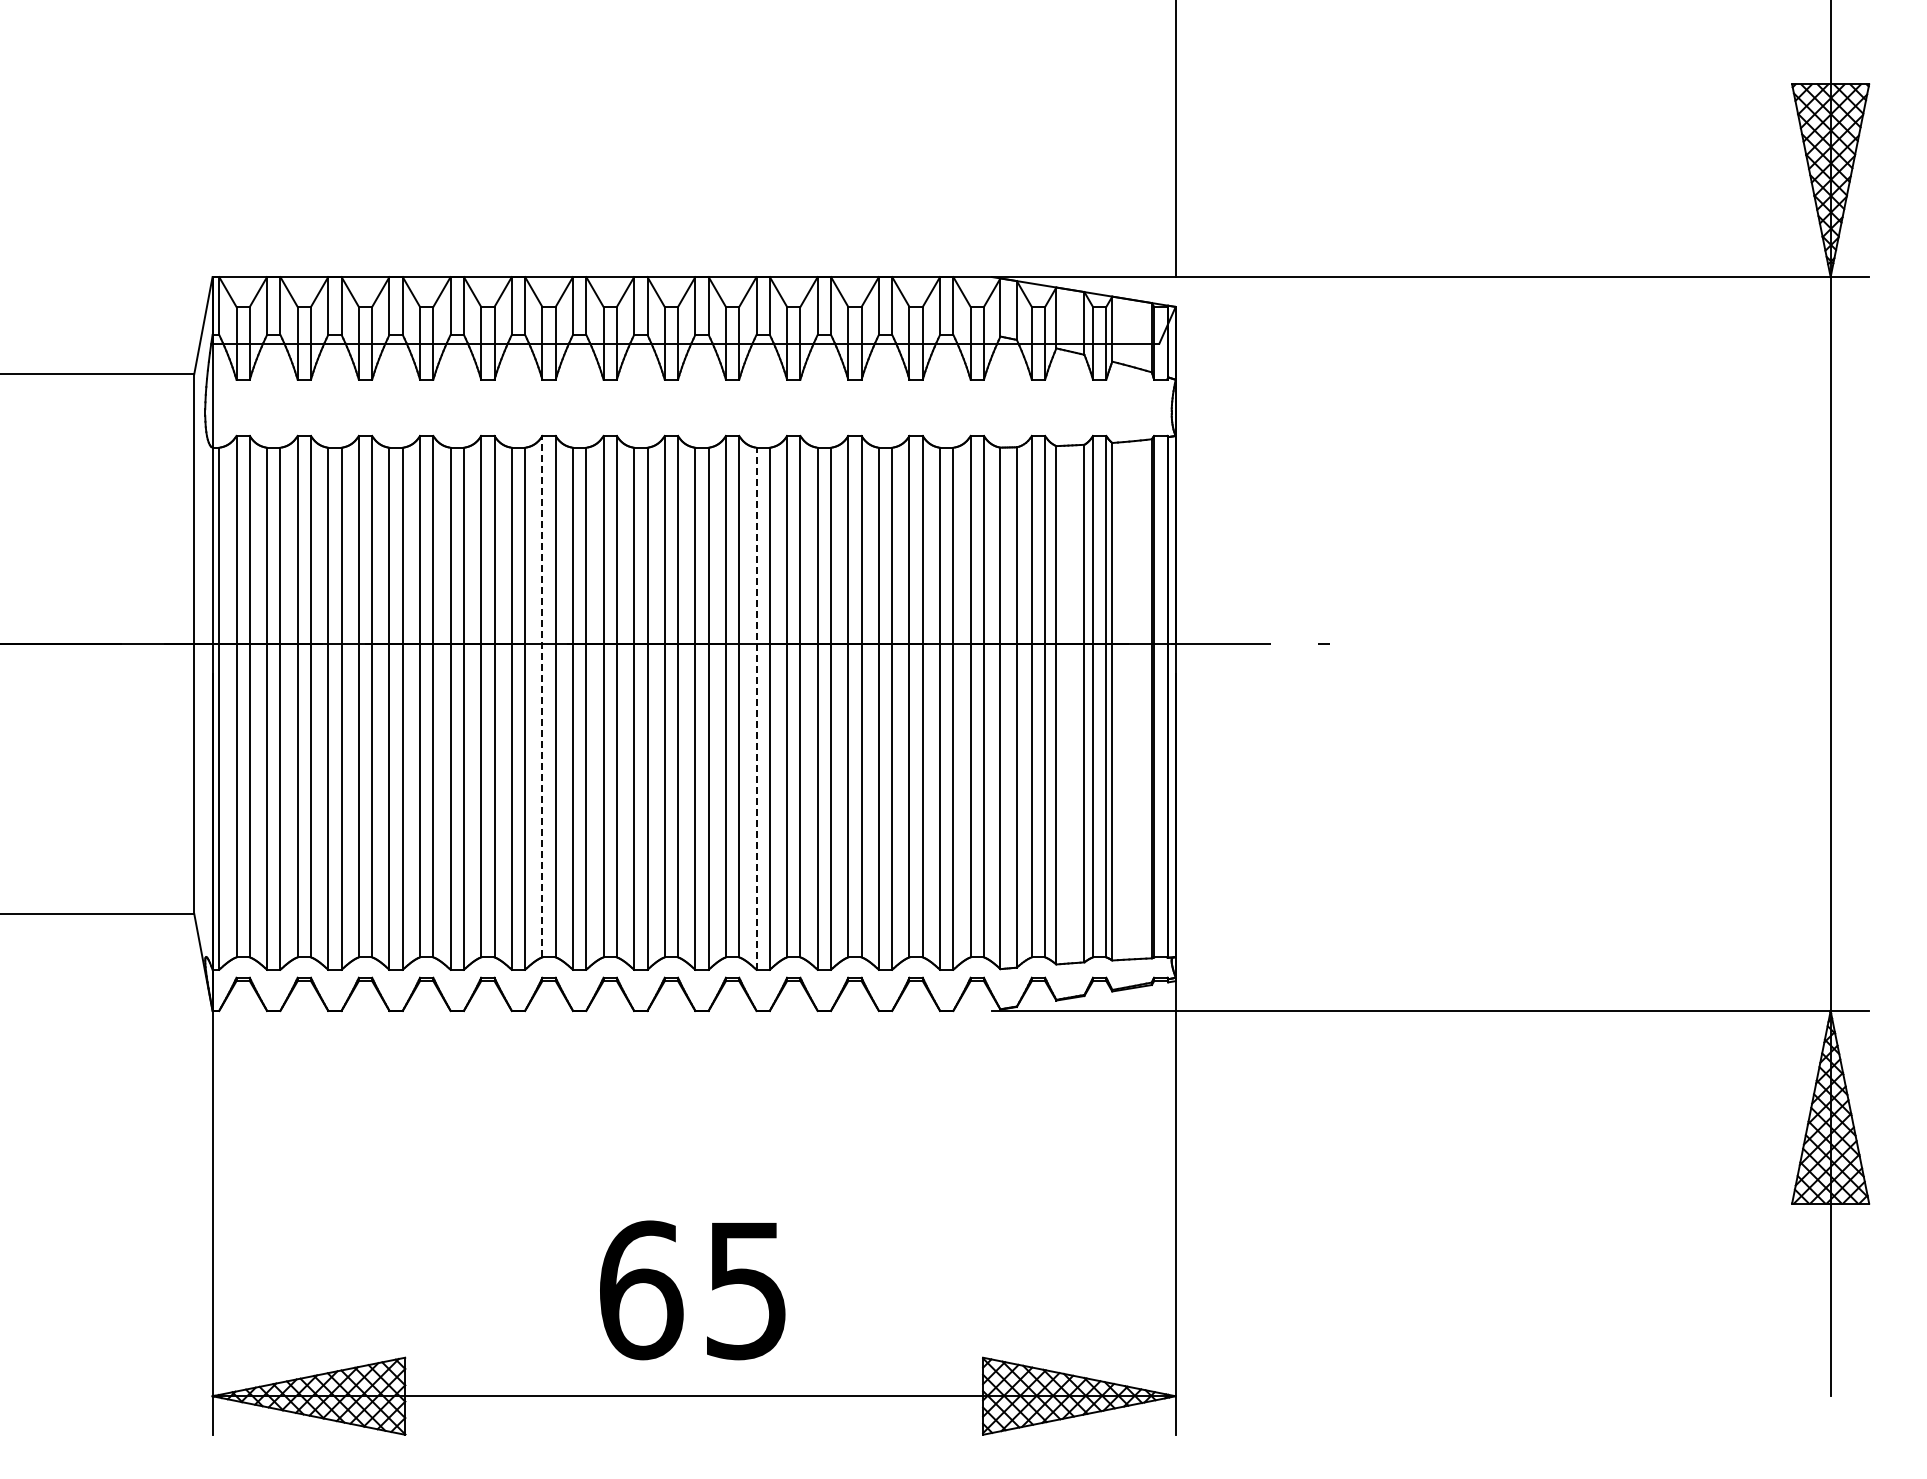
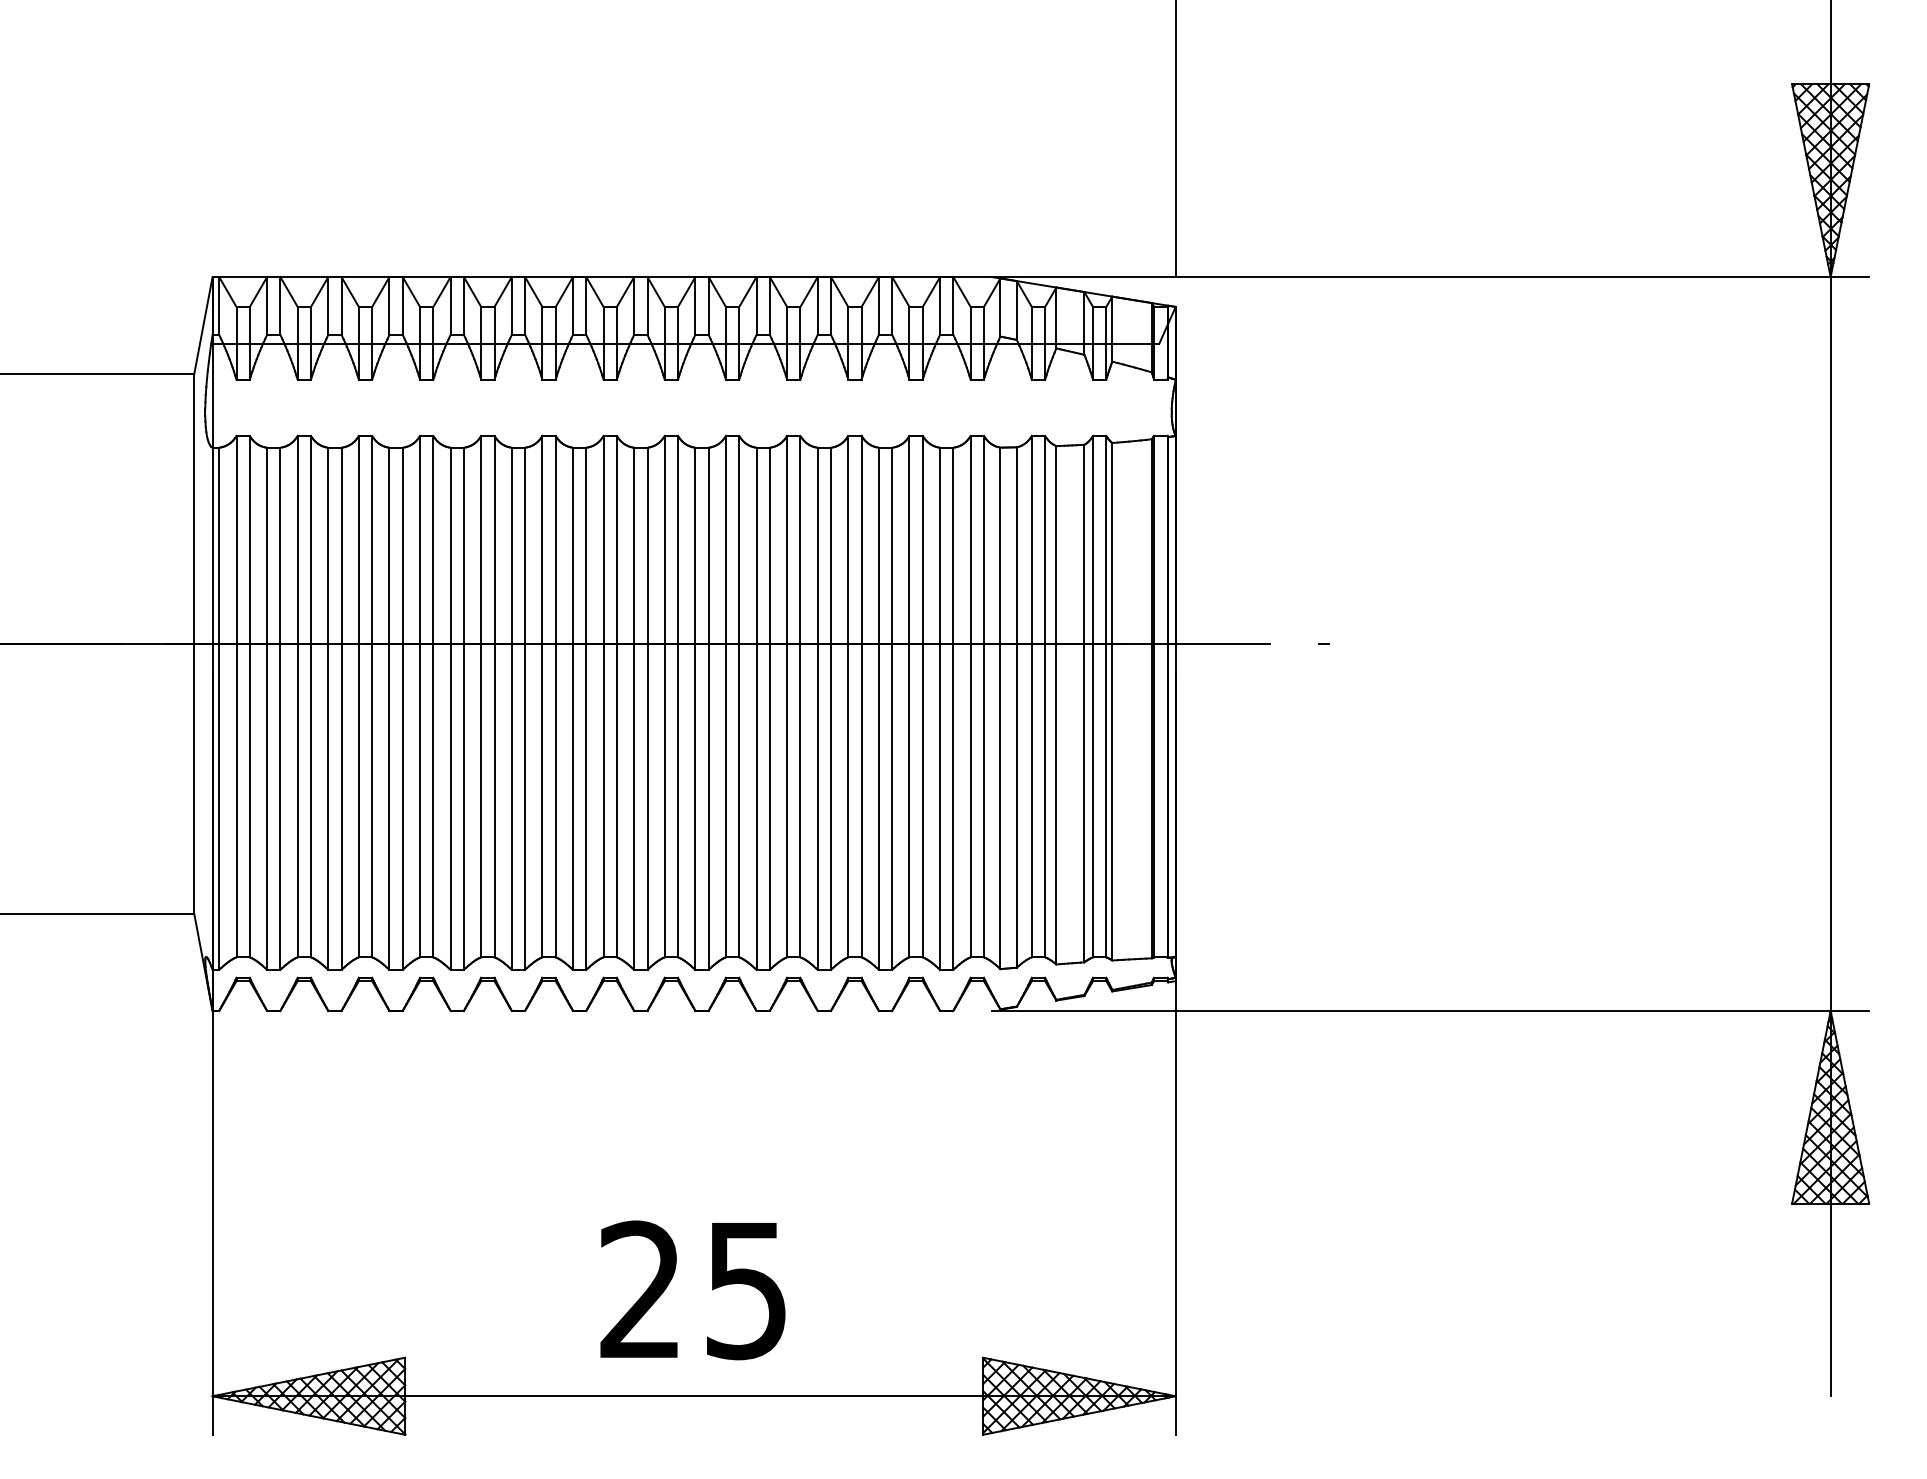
line at (542, 696): dashed -> solid
line at (756, 708): dashed -> solid
text at (641, 1290): 65 -> 25
